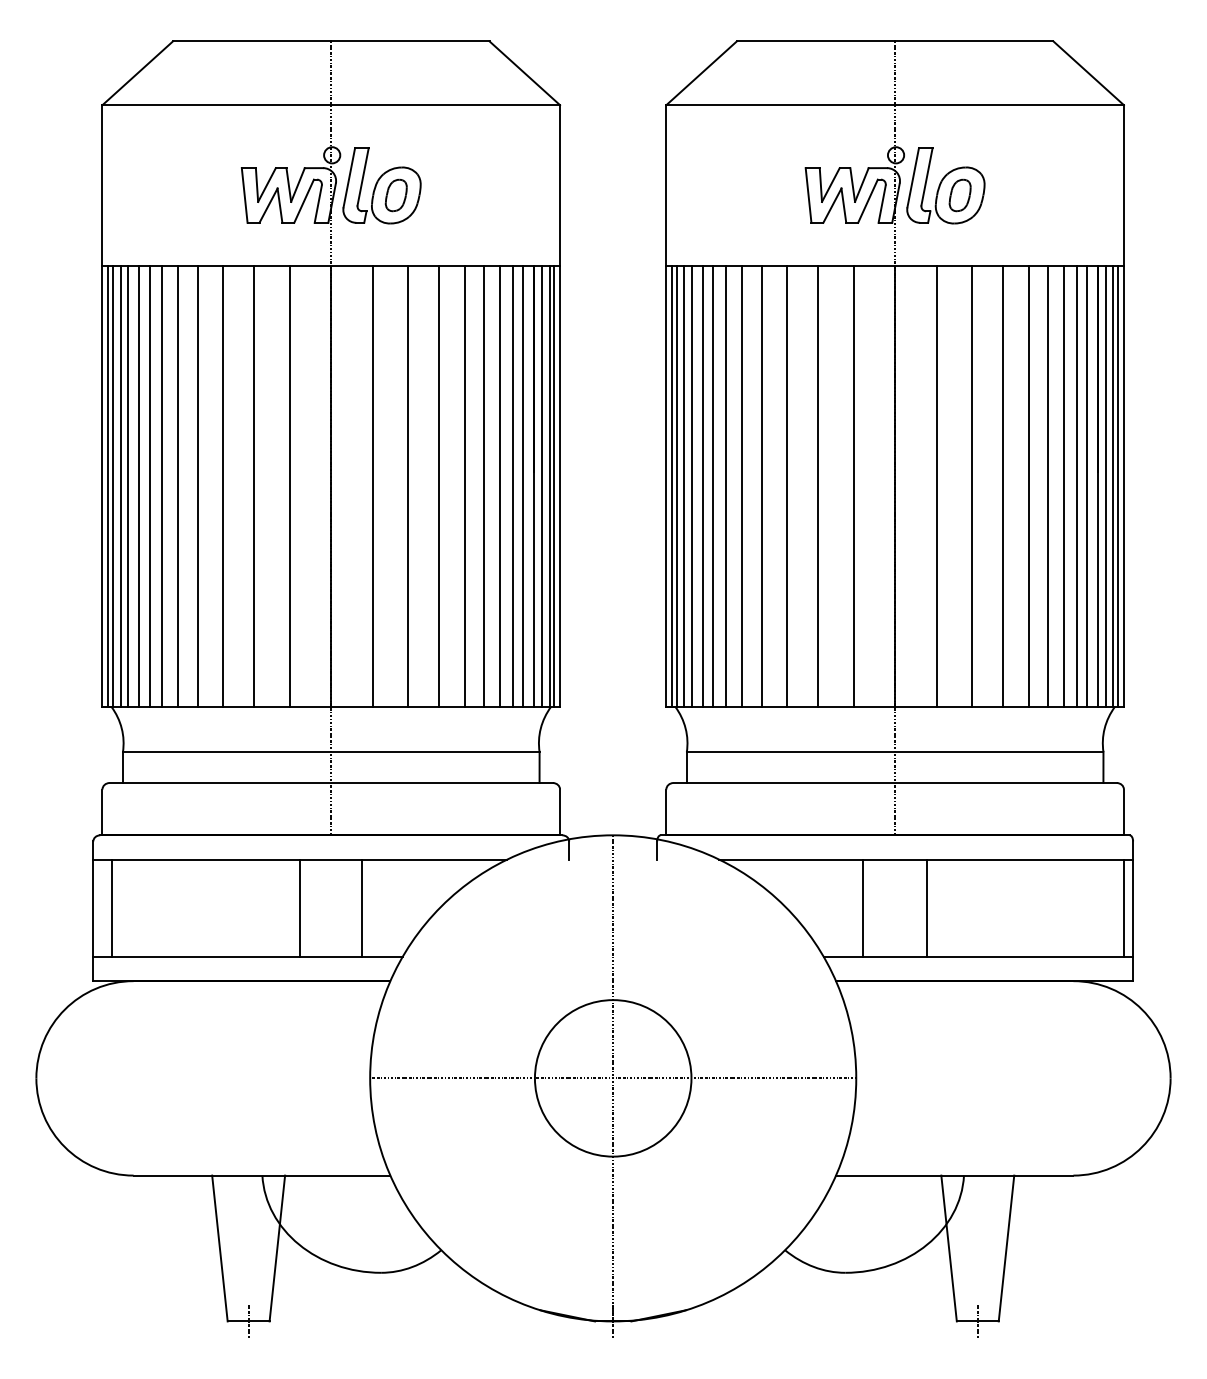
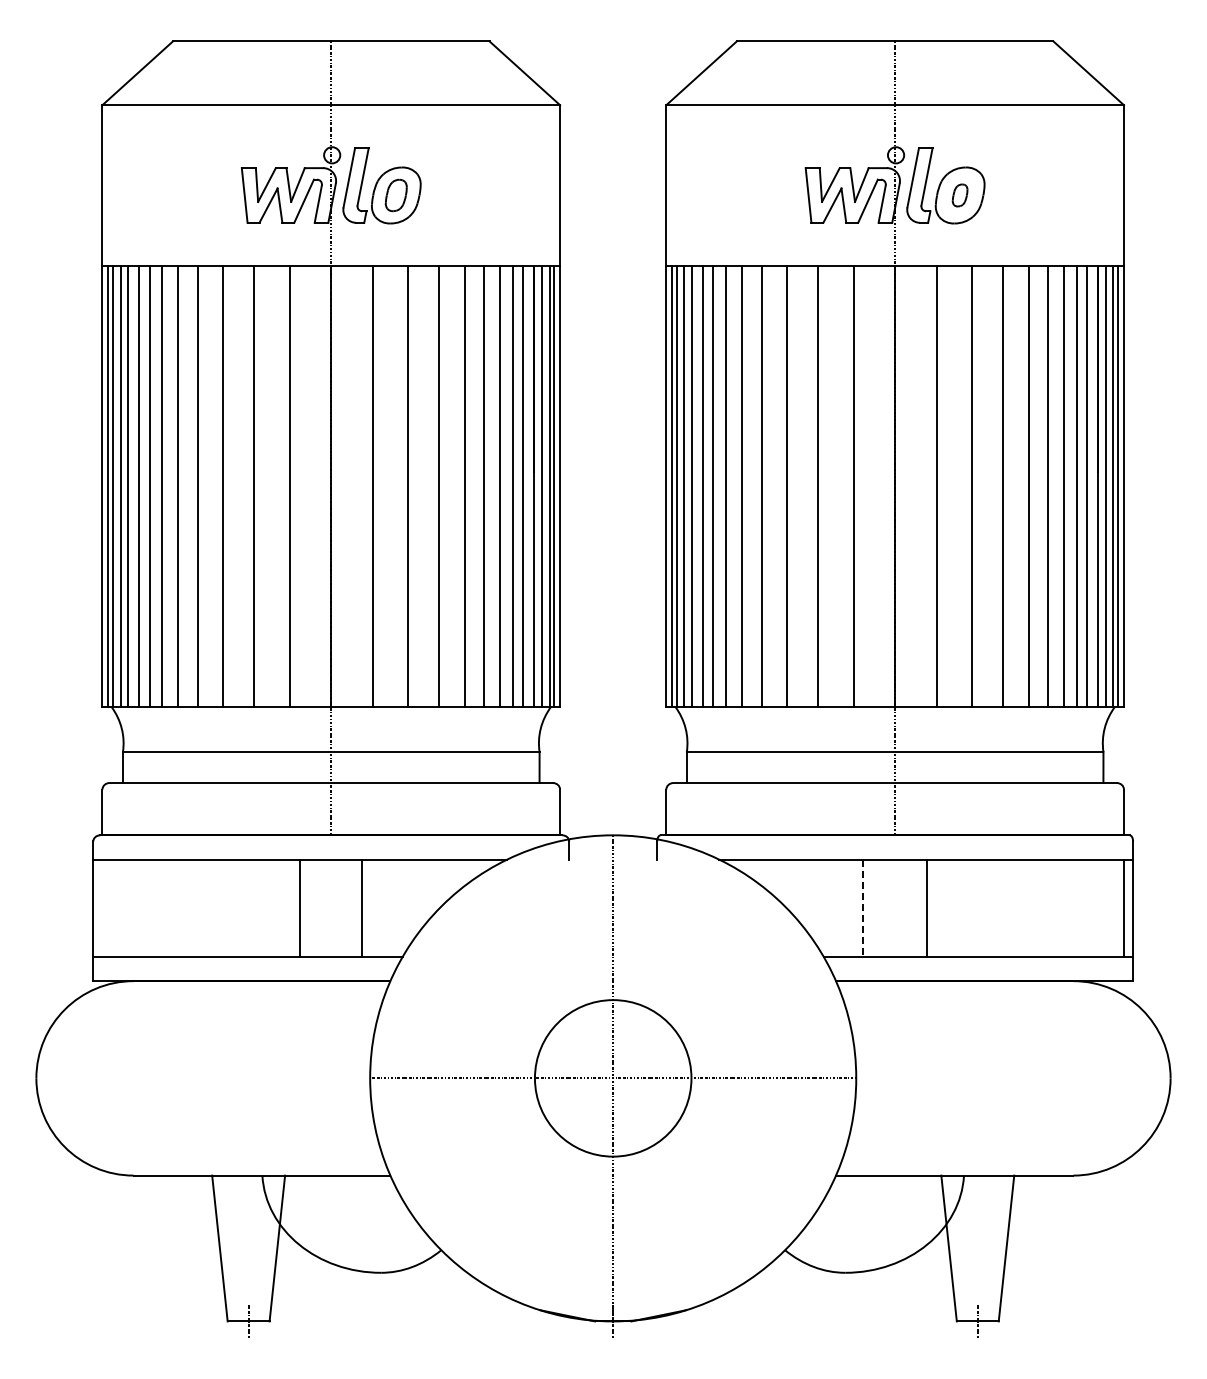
part at (959, 195) size: 24x35 px -> 18x25 px
line at (111, 907): present -> none
line at (863, 908): solid -> dashed
